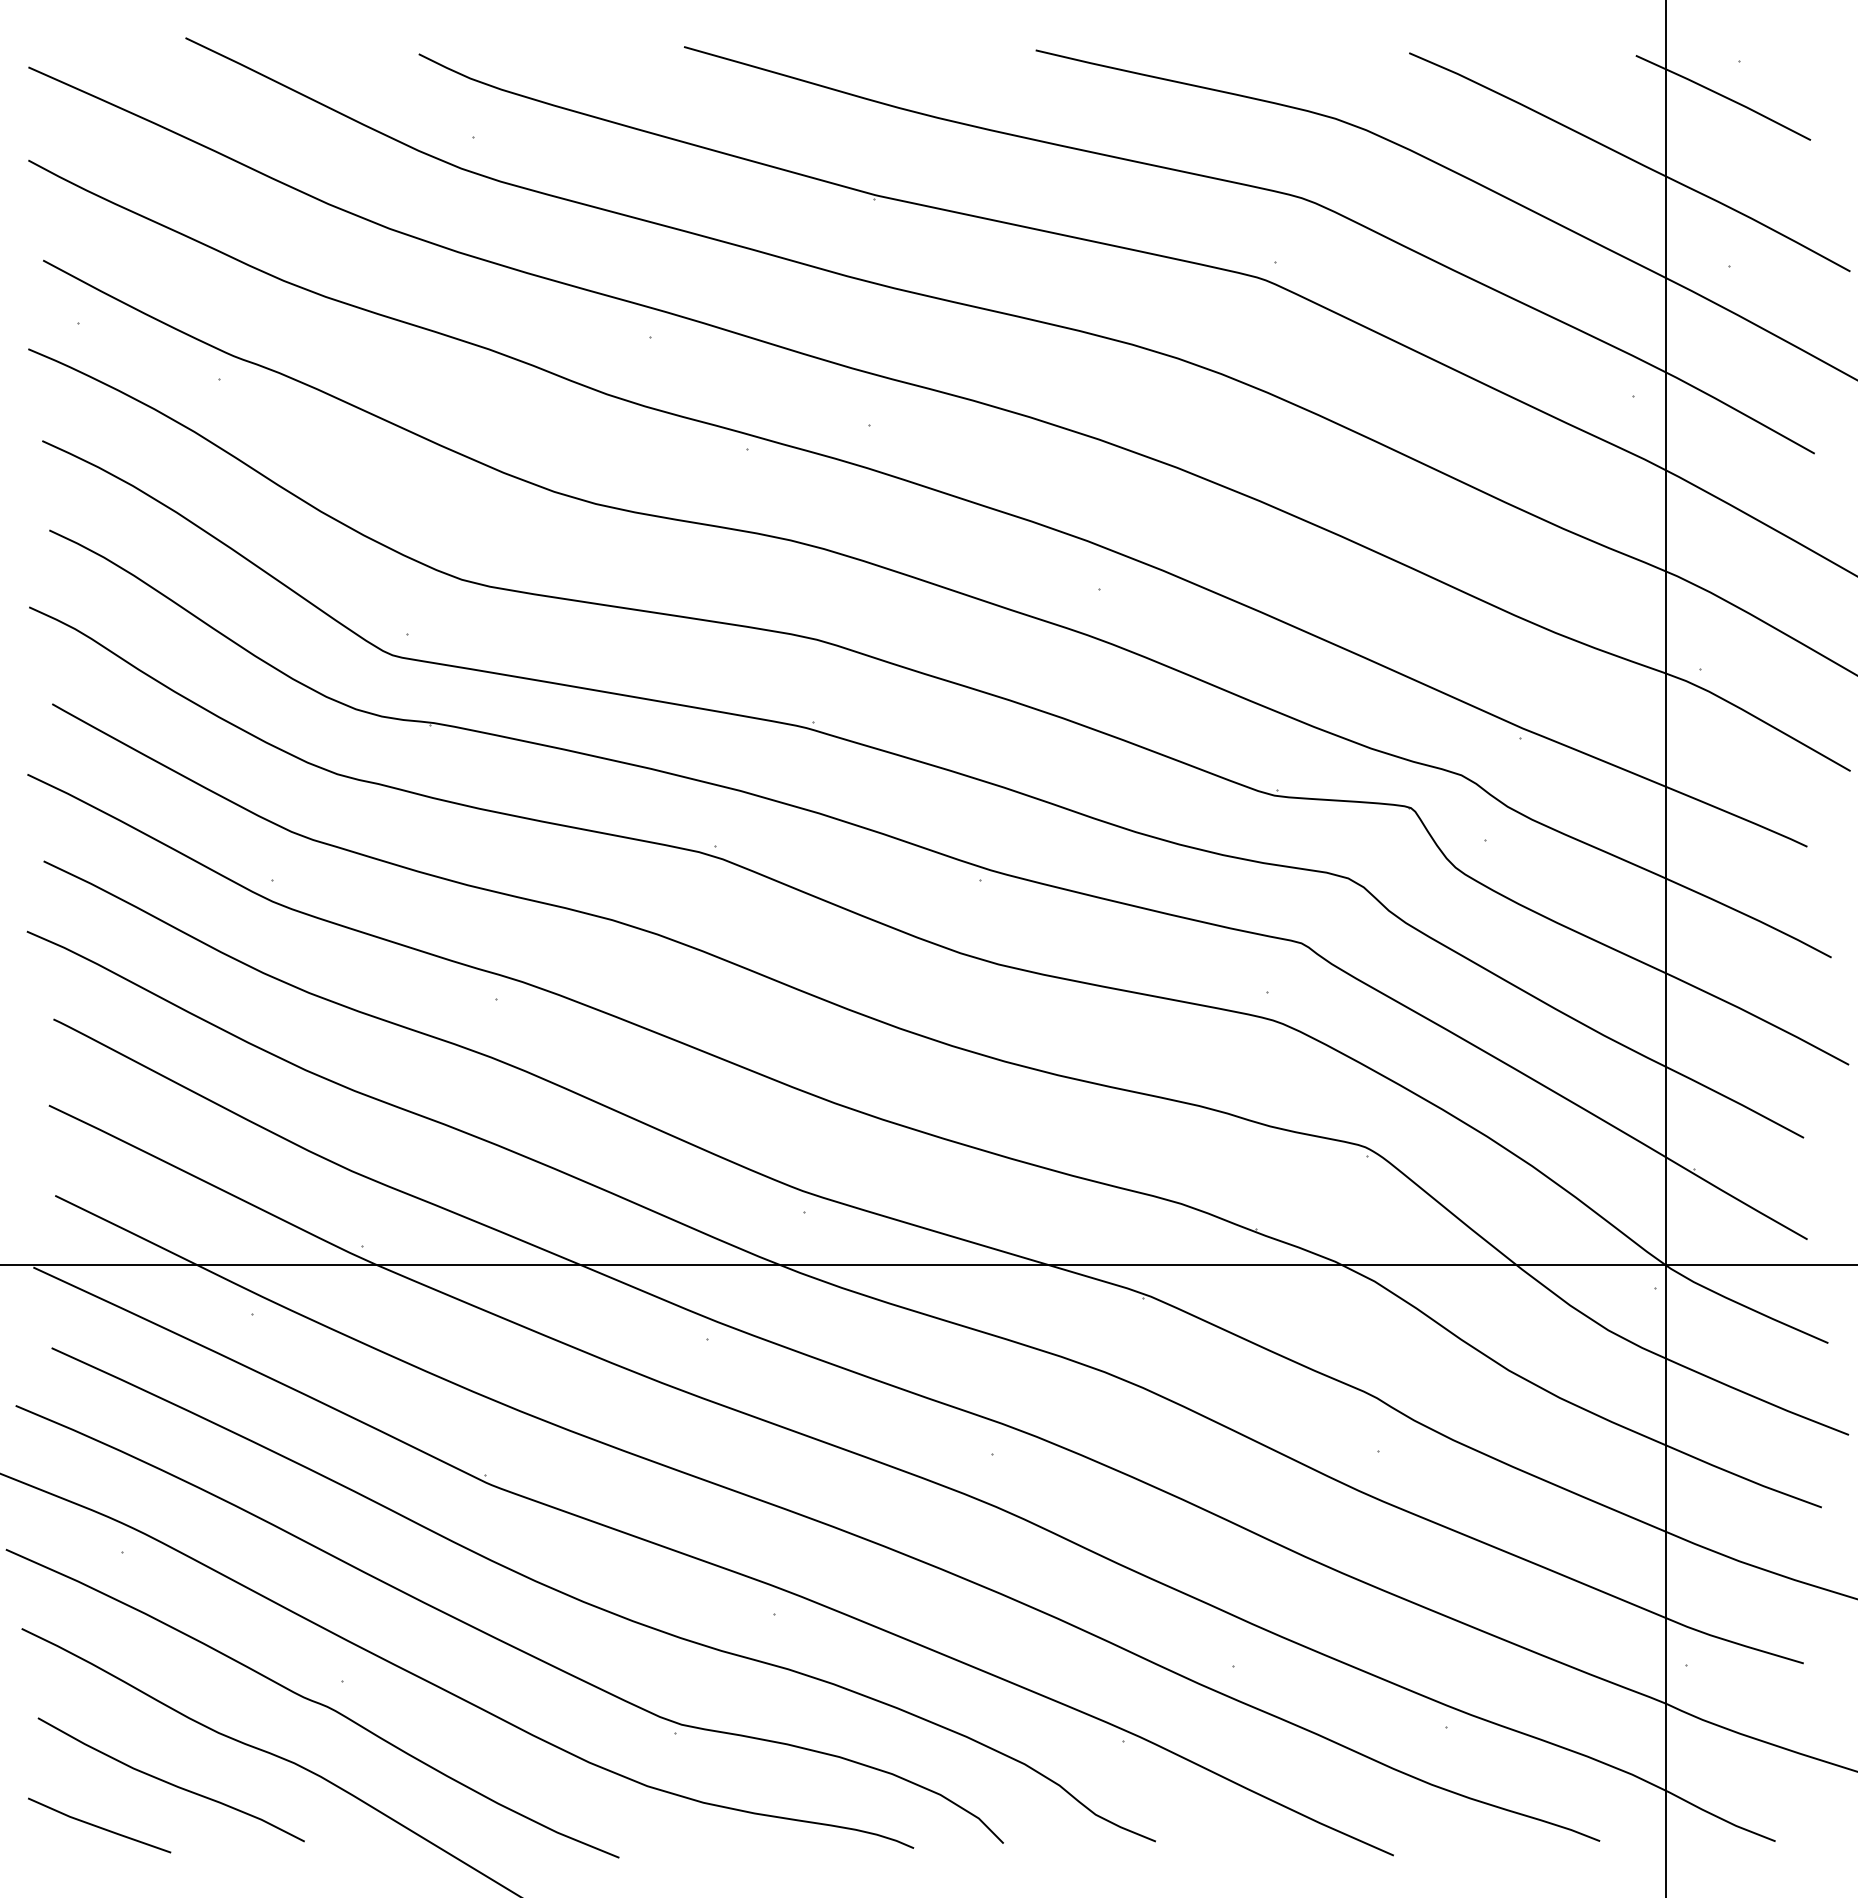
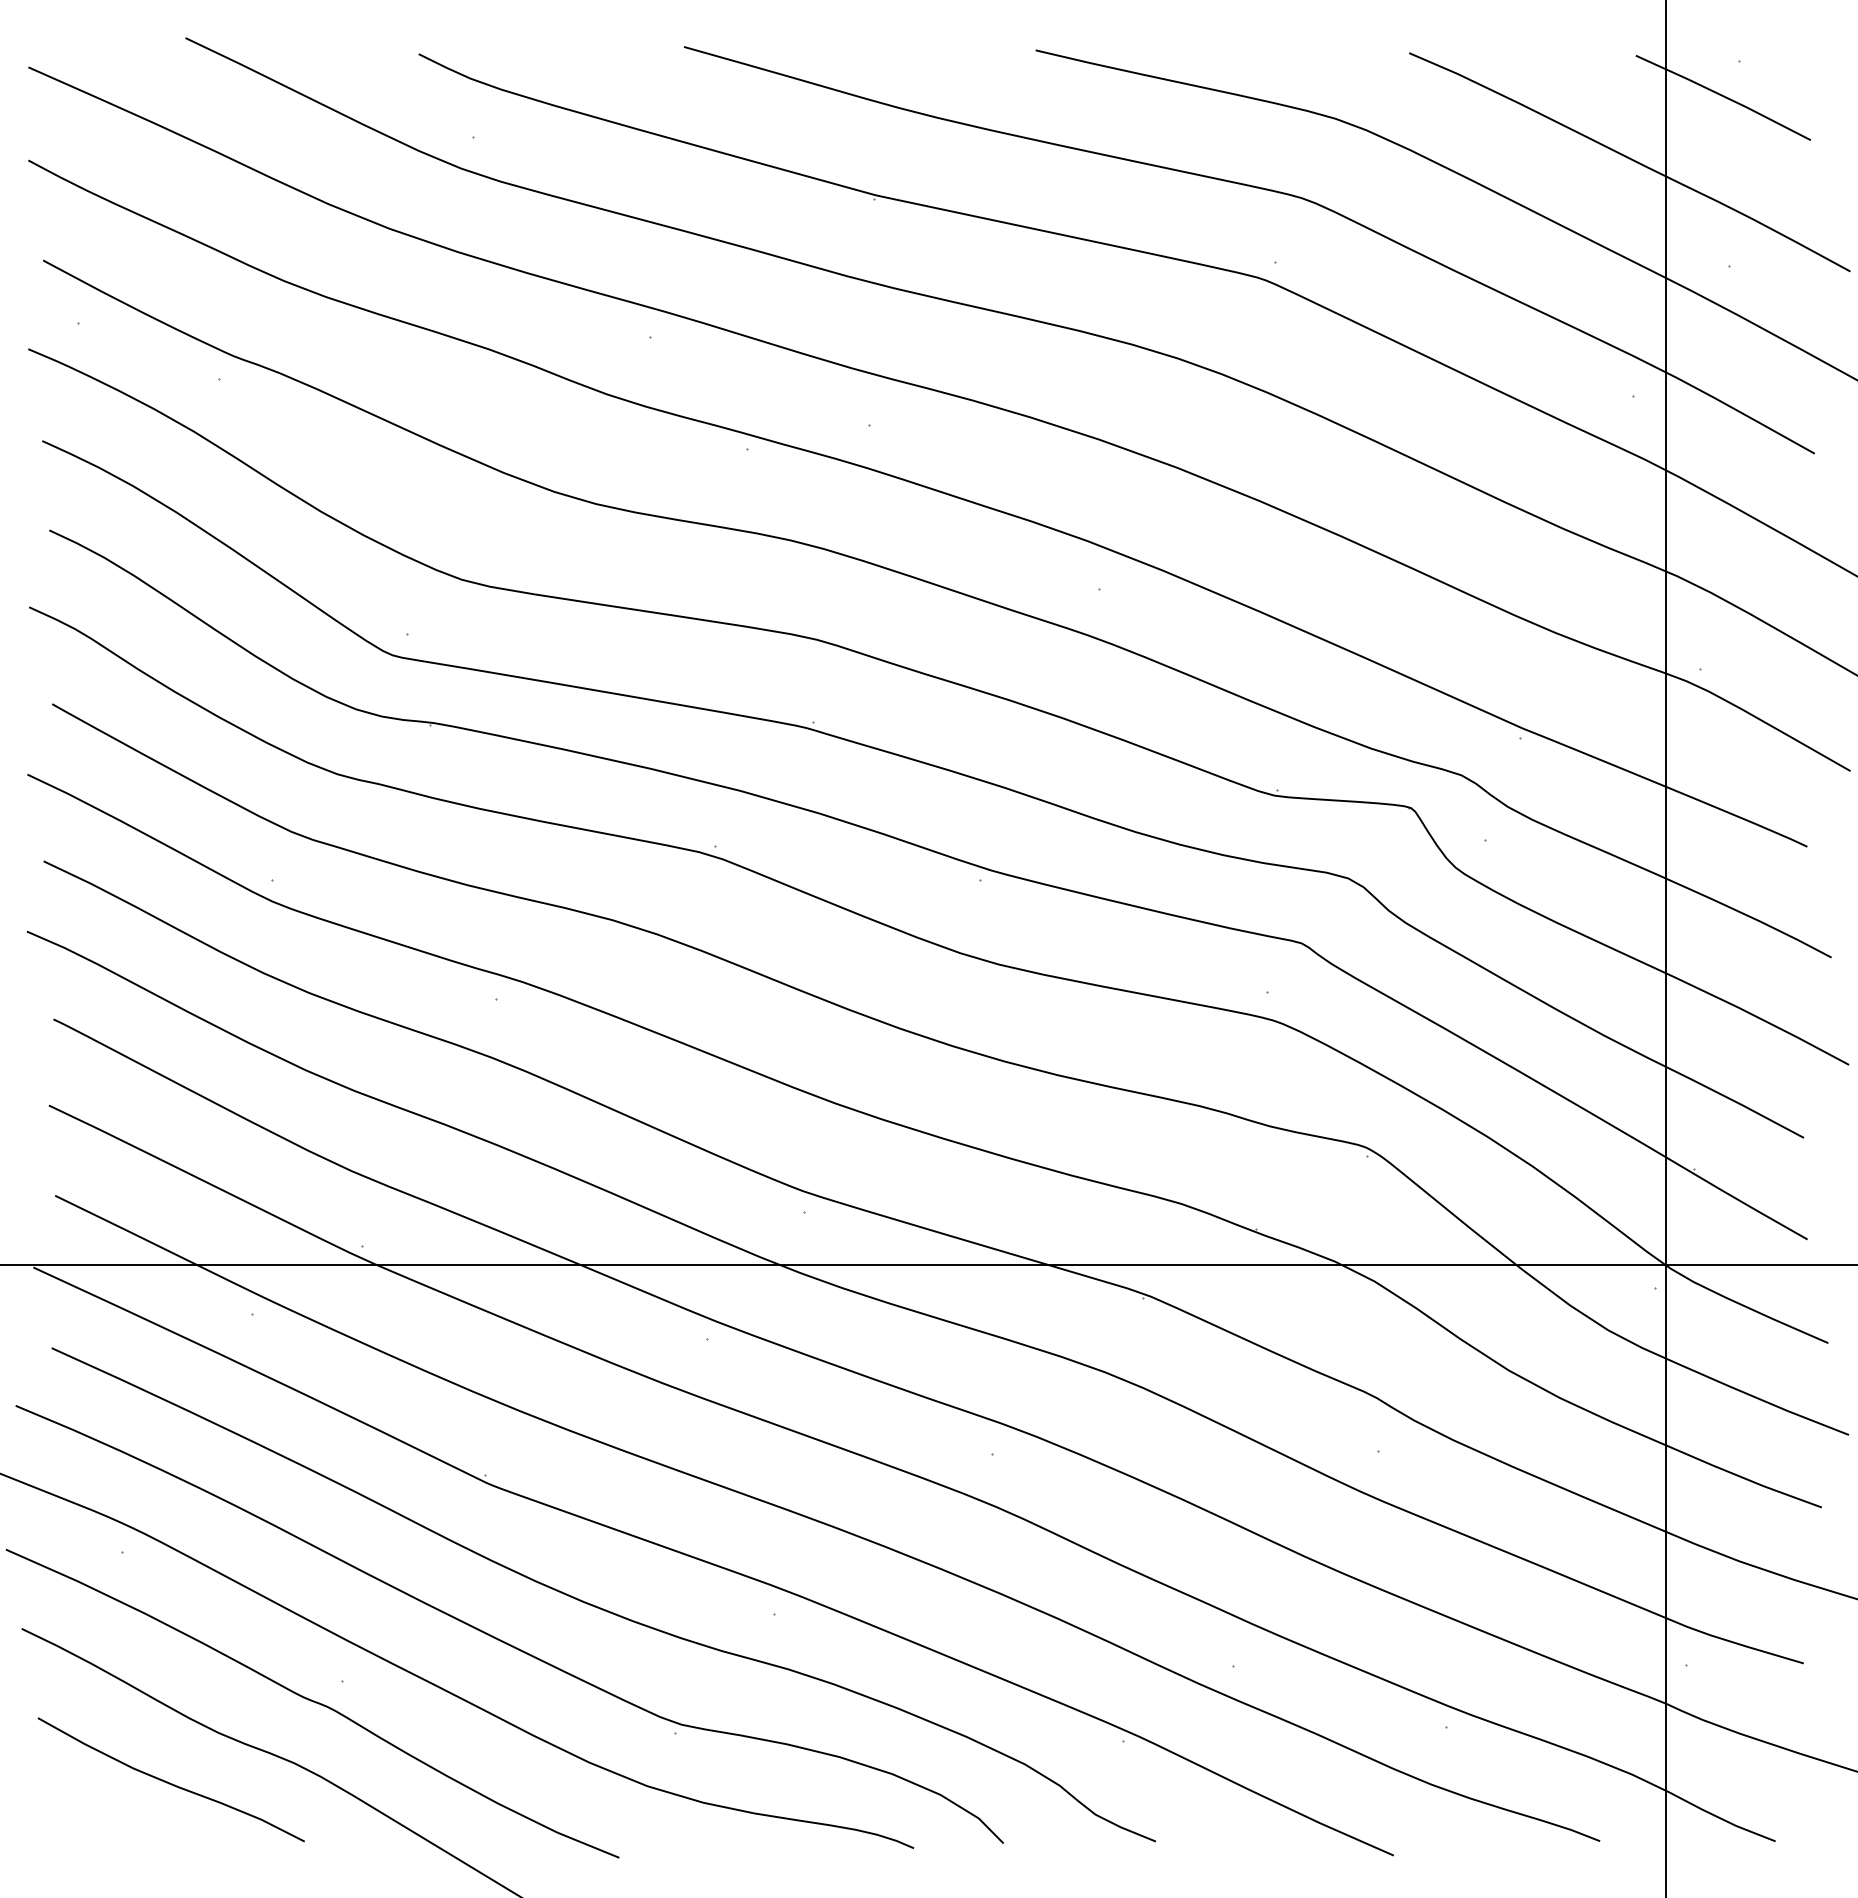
line at (99, 1826): present -> none
